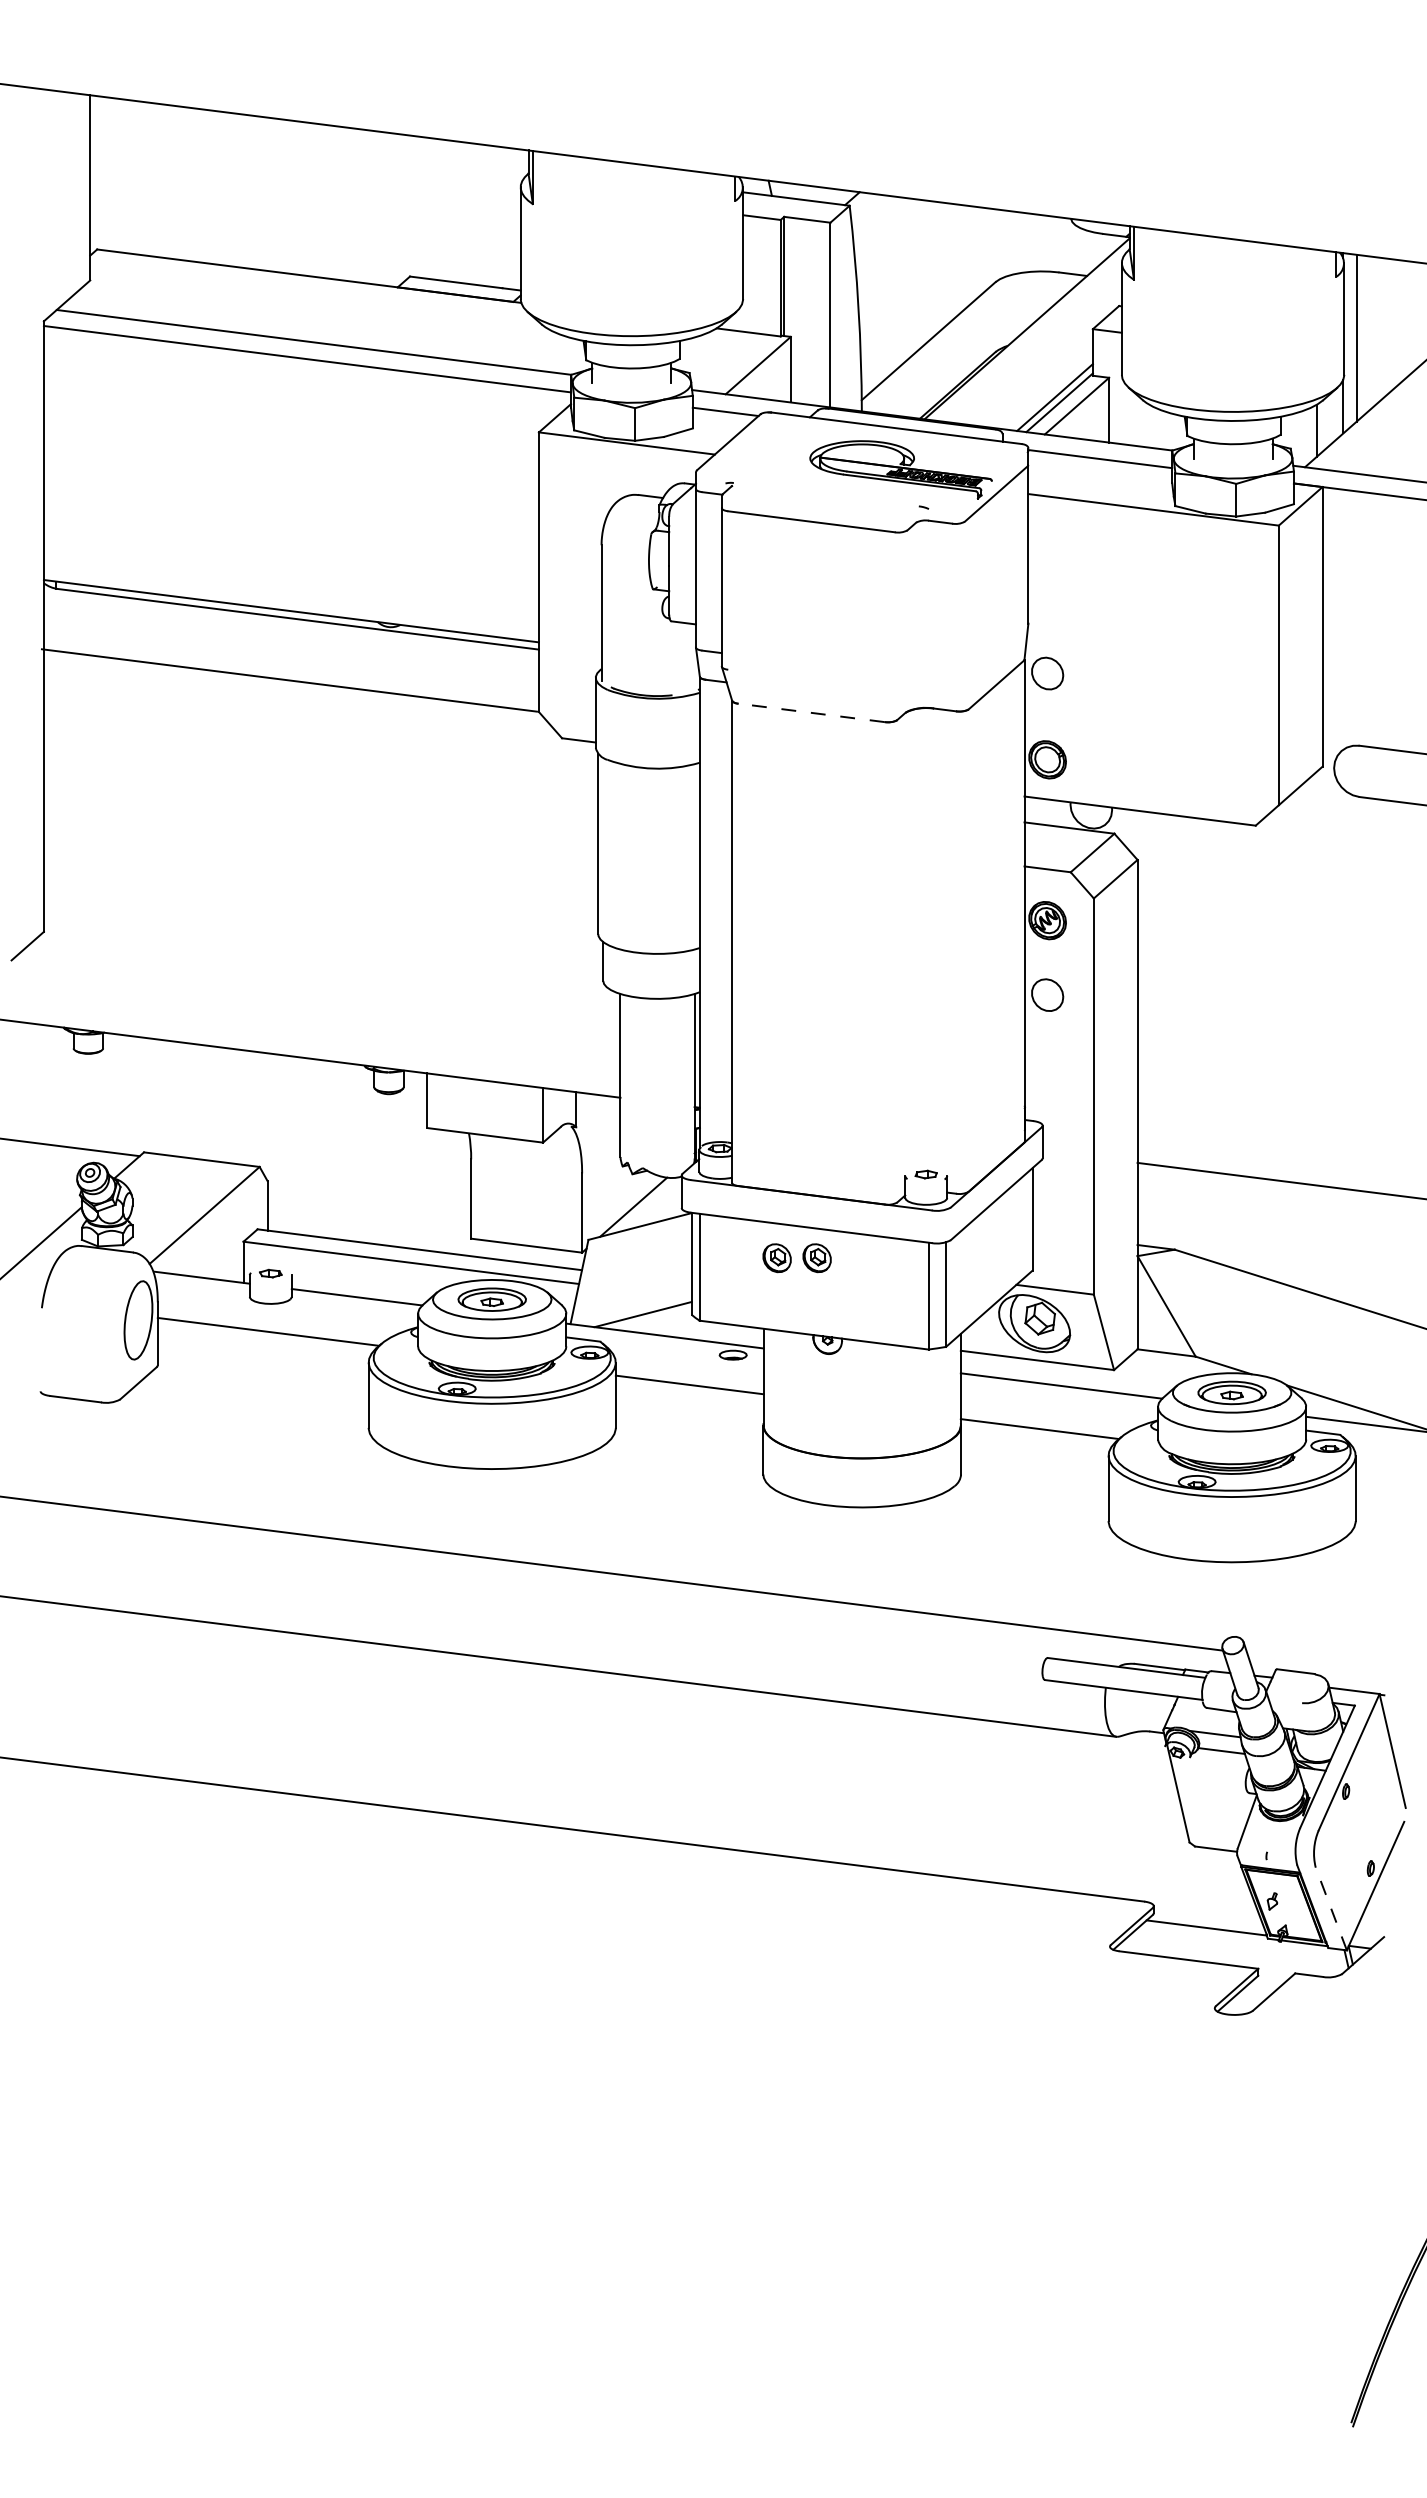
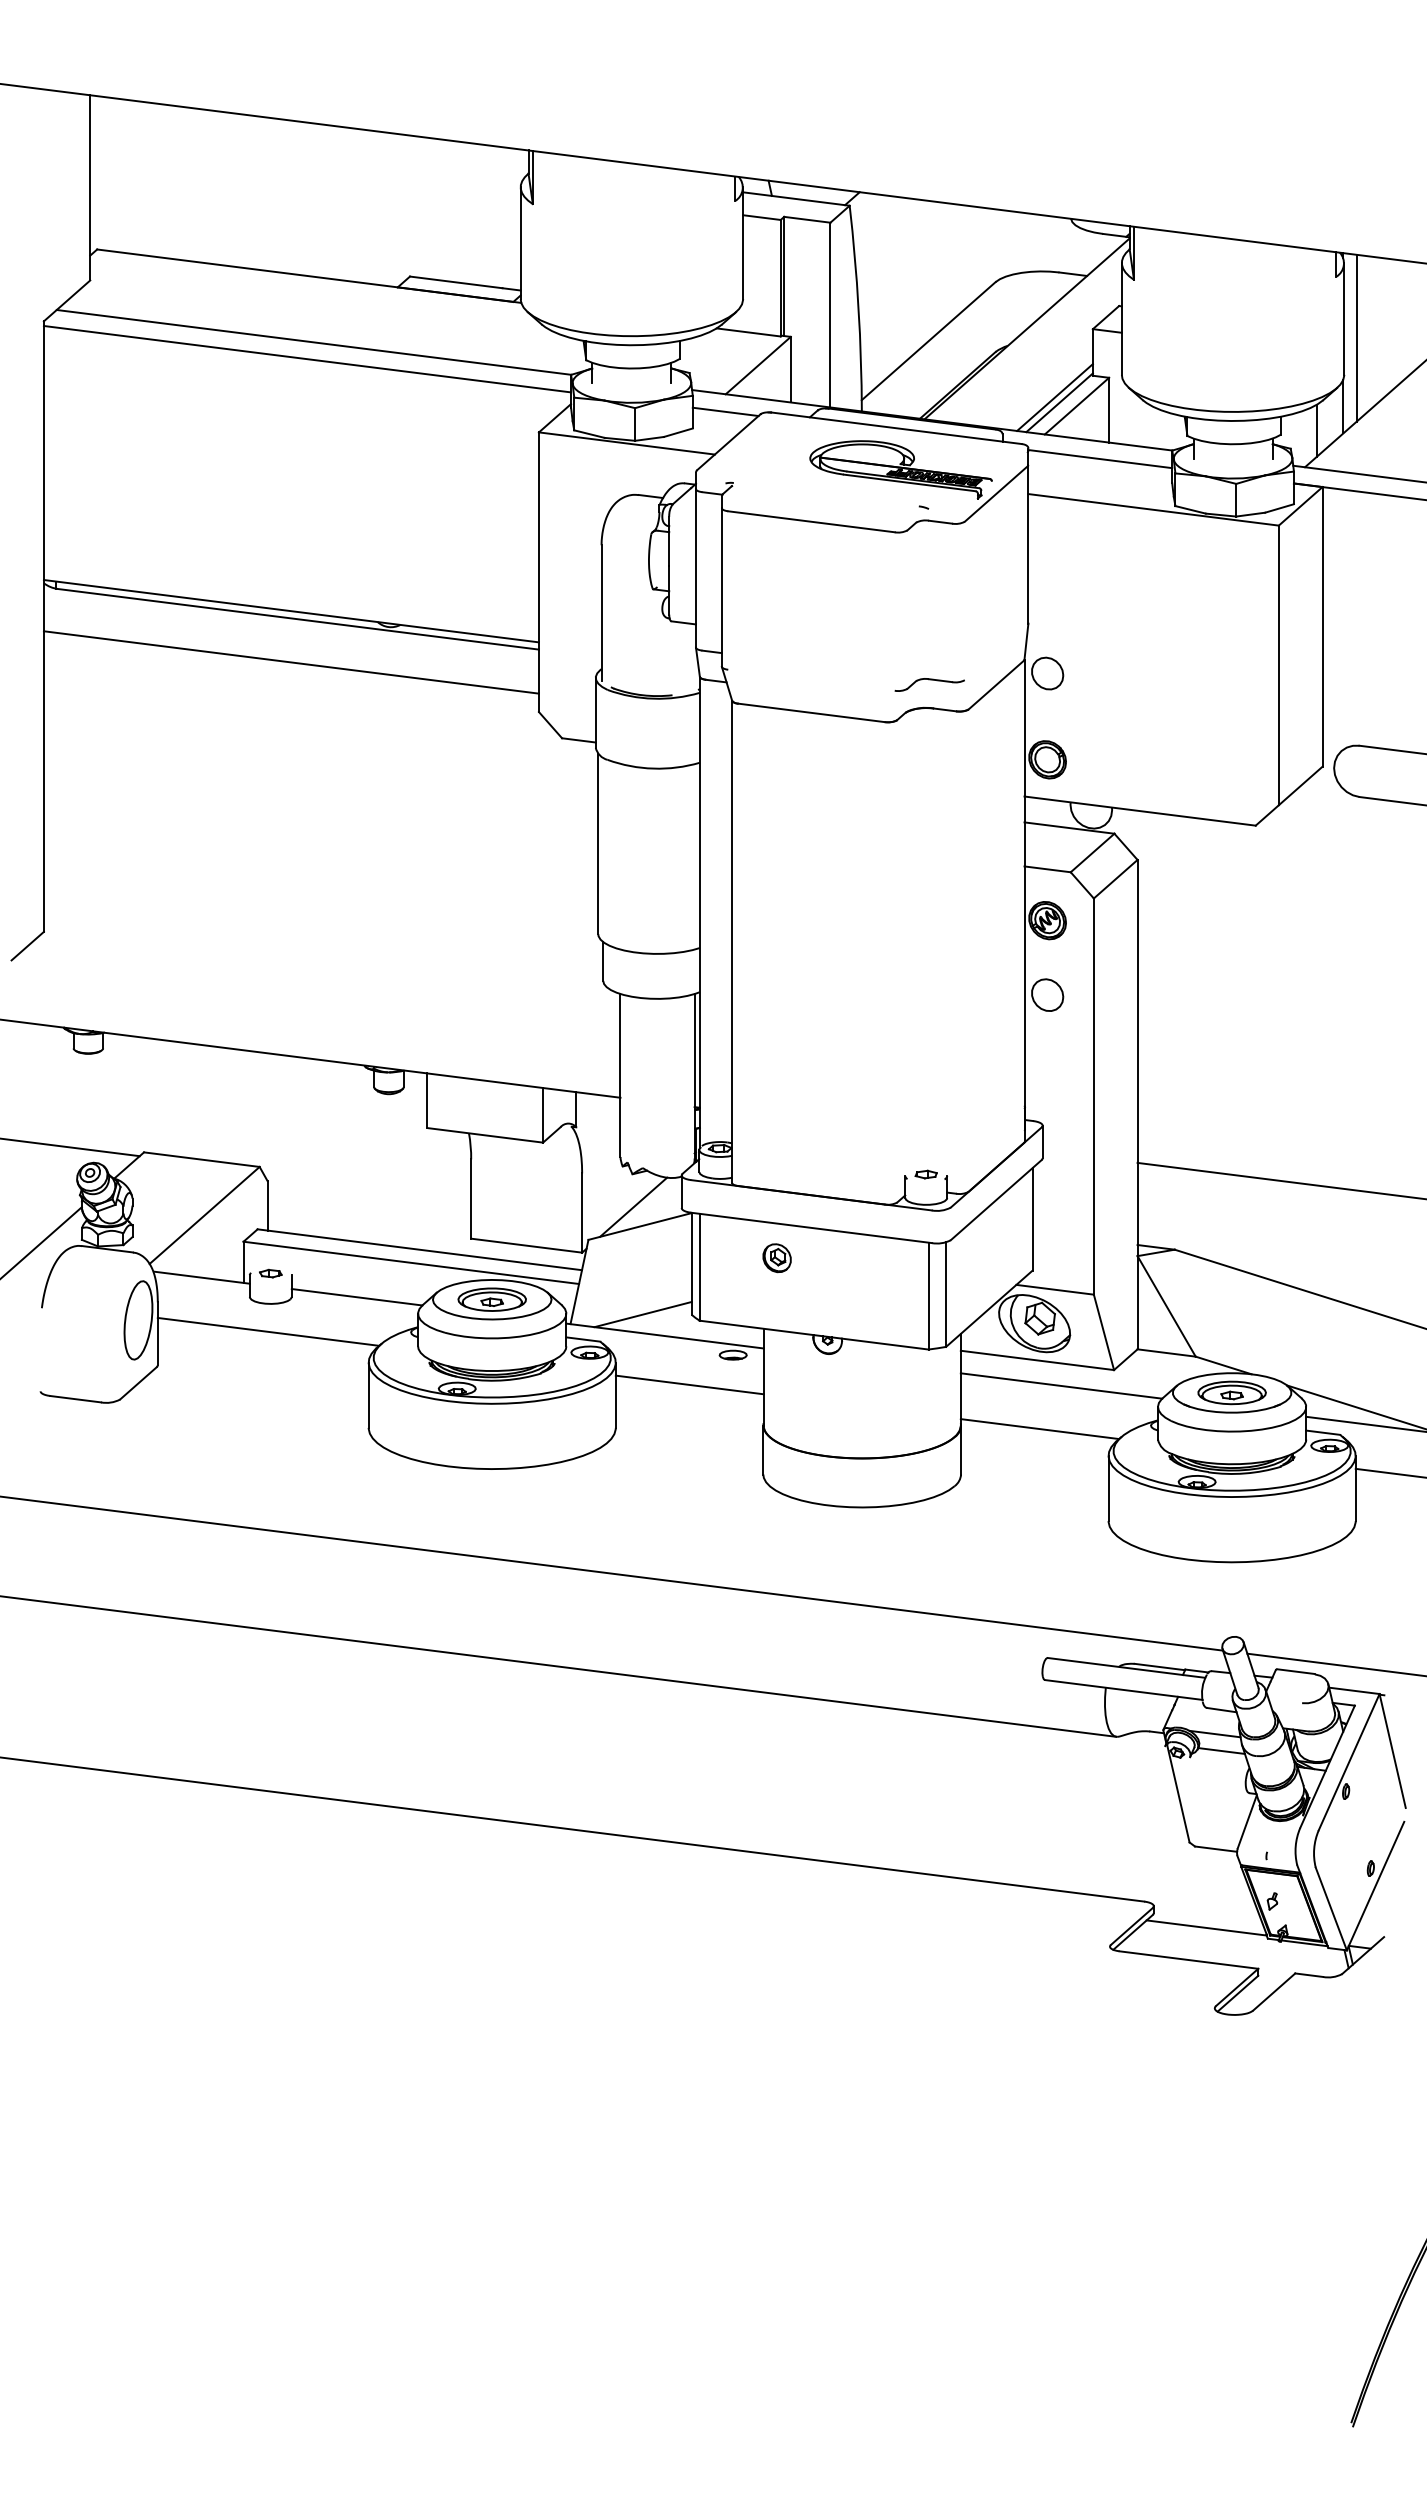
line at (288, 680) position: (288, 680) -> (290, 662)
part at (929, 684): none -> present
line at (811, 712): dashed -> solid
part at (816, 1258): present -> none
line at (1389, 1472): none -> present
line at (1335, 1664): none -> present
line at (1331, 1908): dashed -> solid
